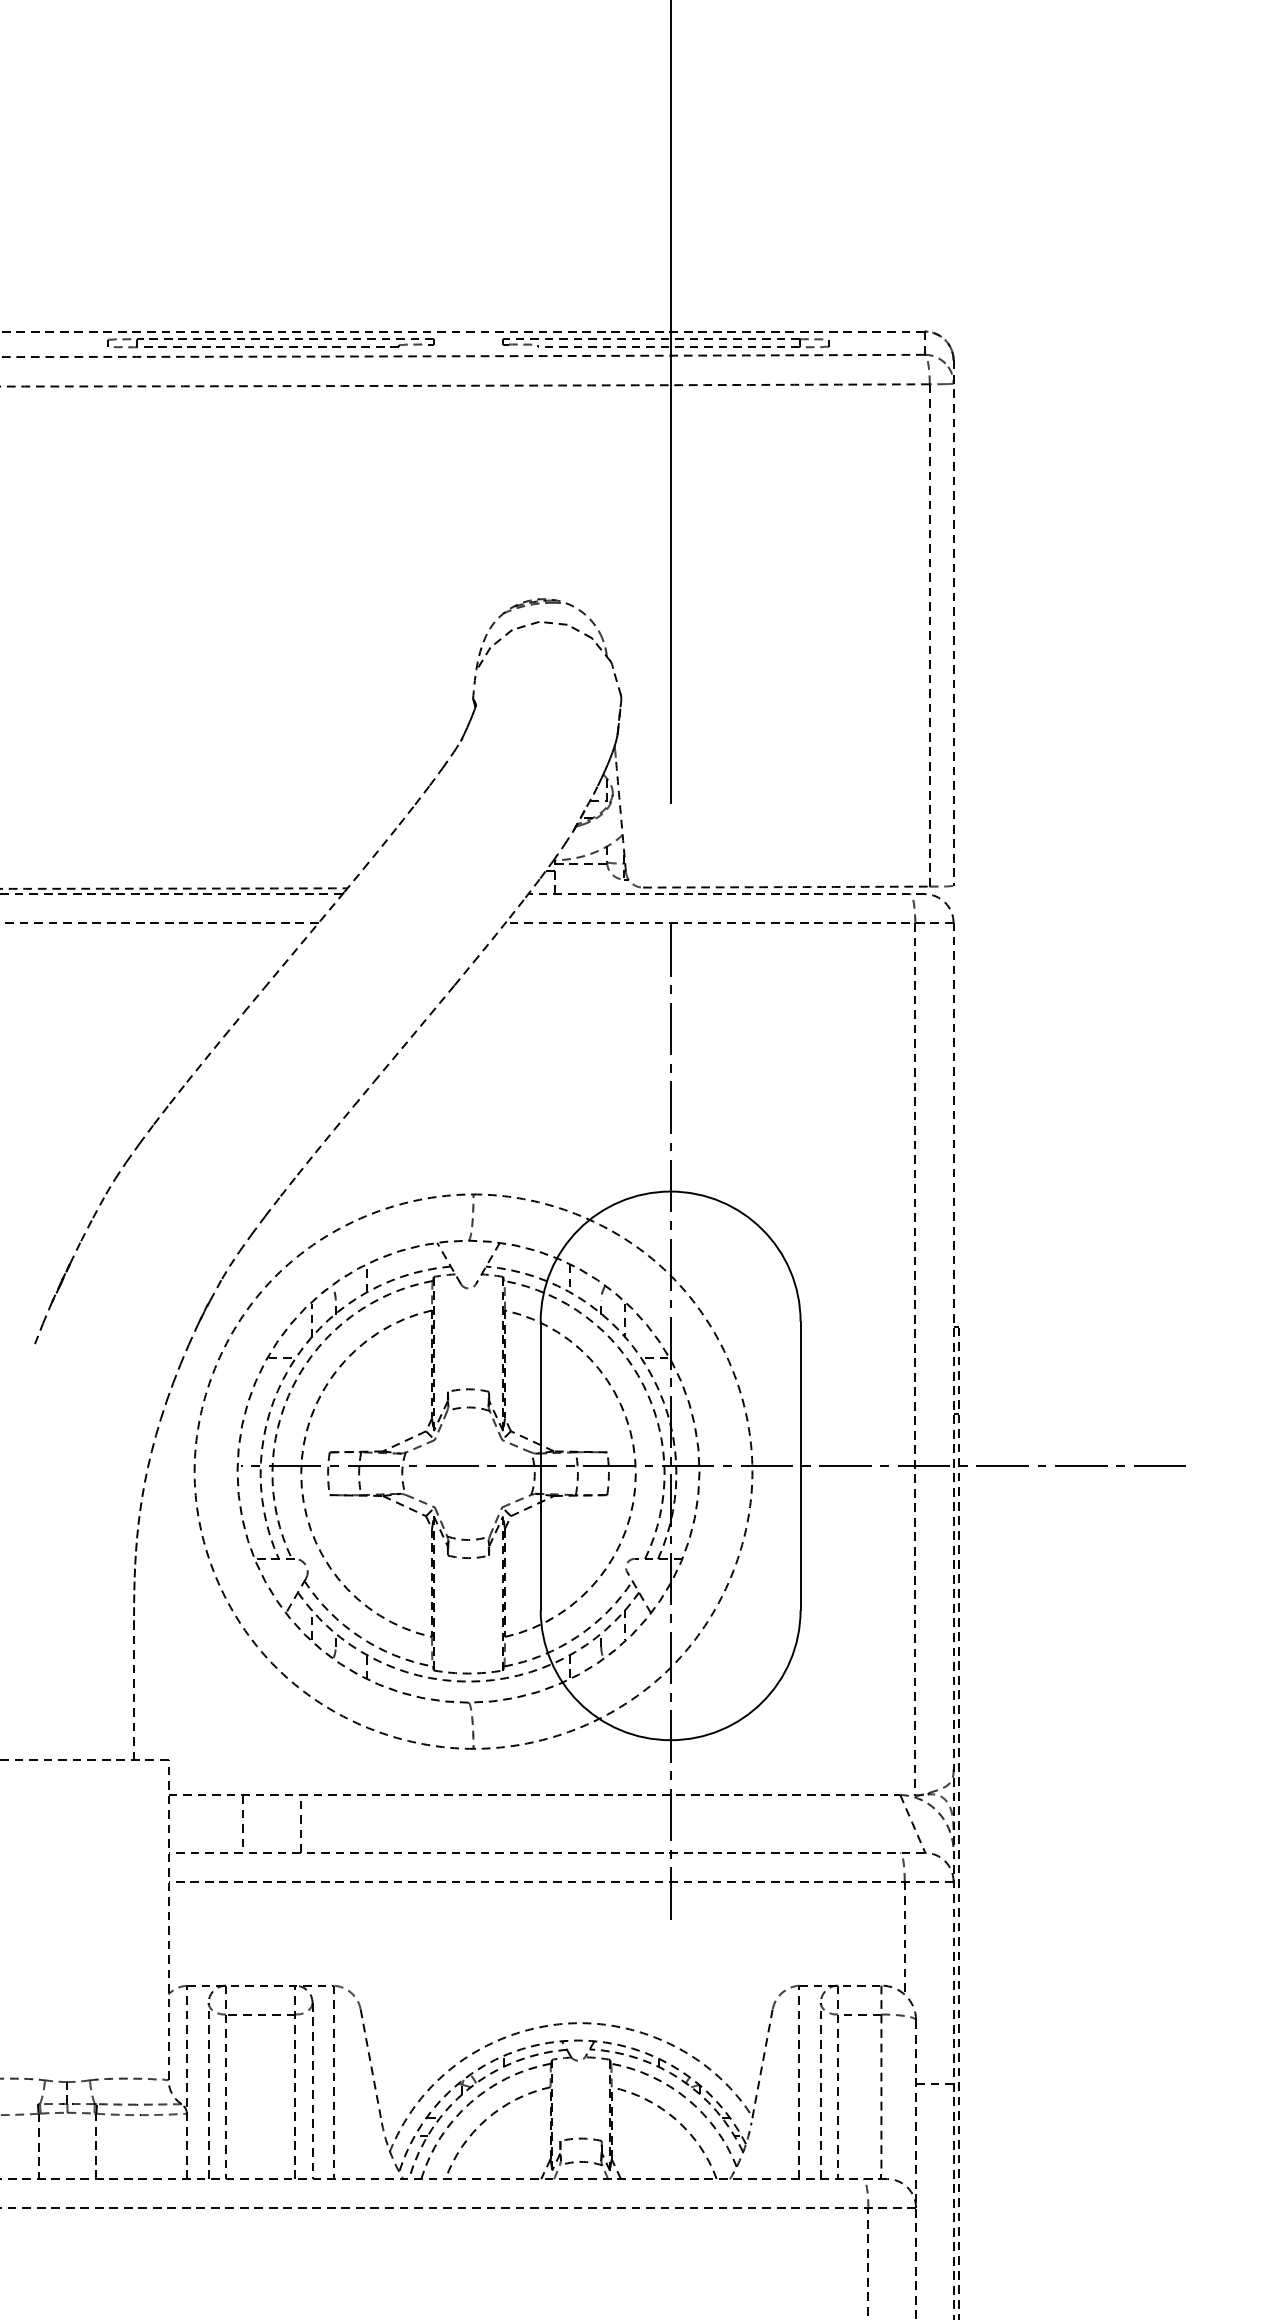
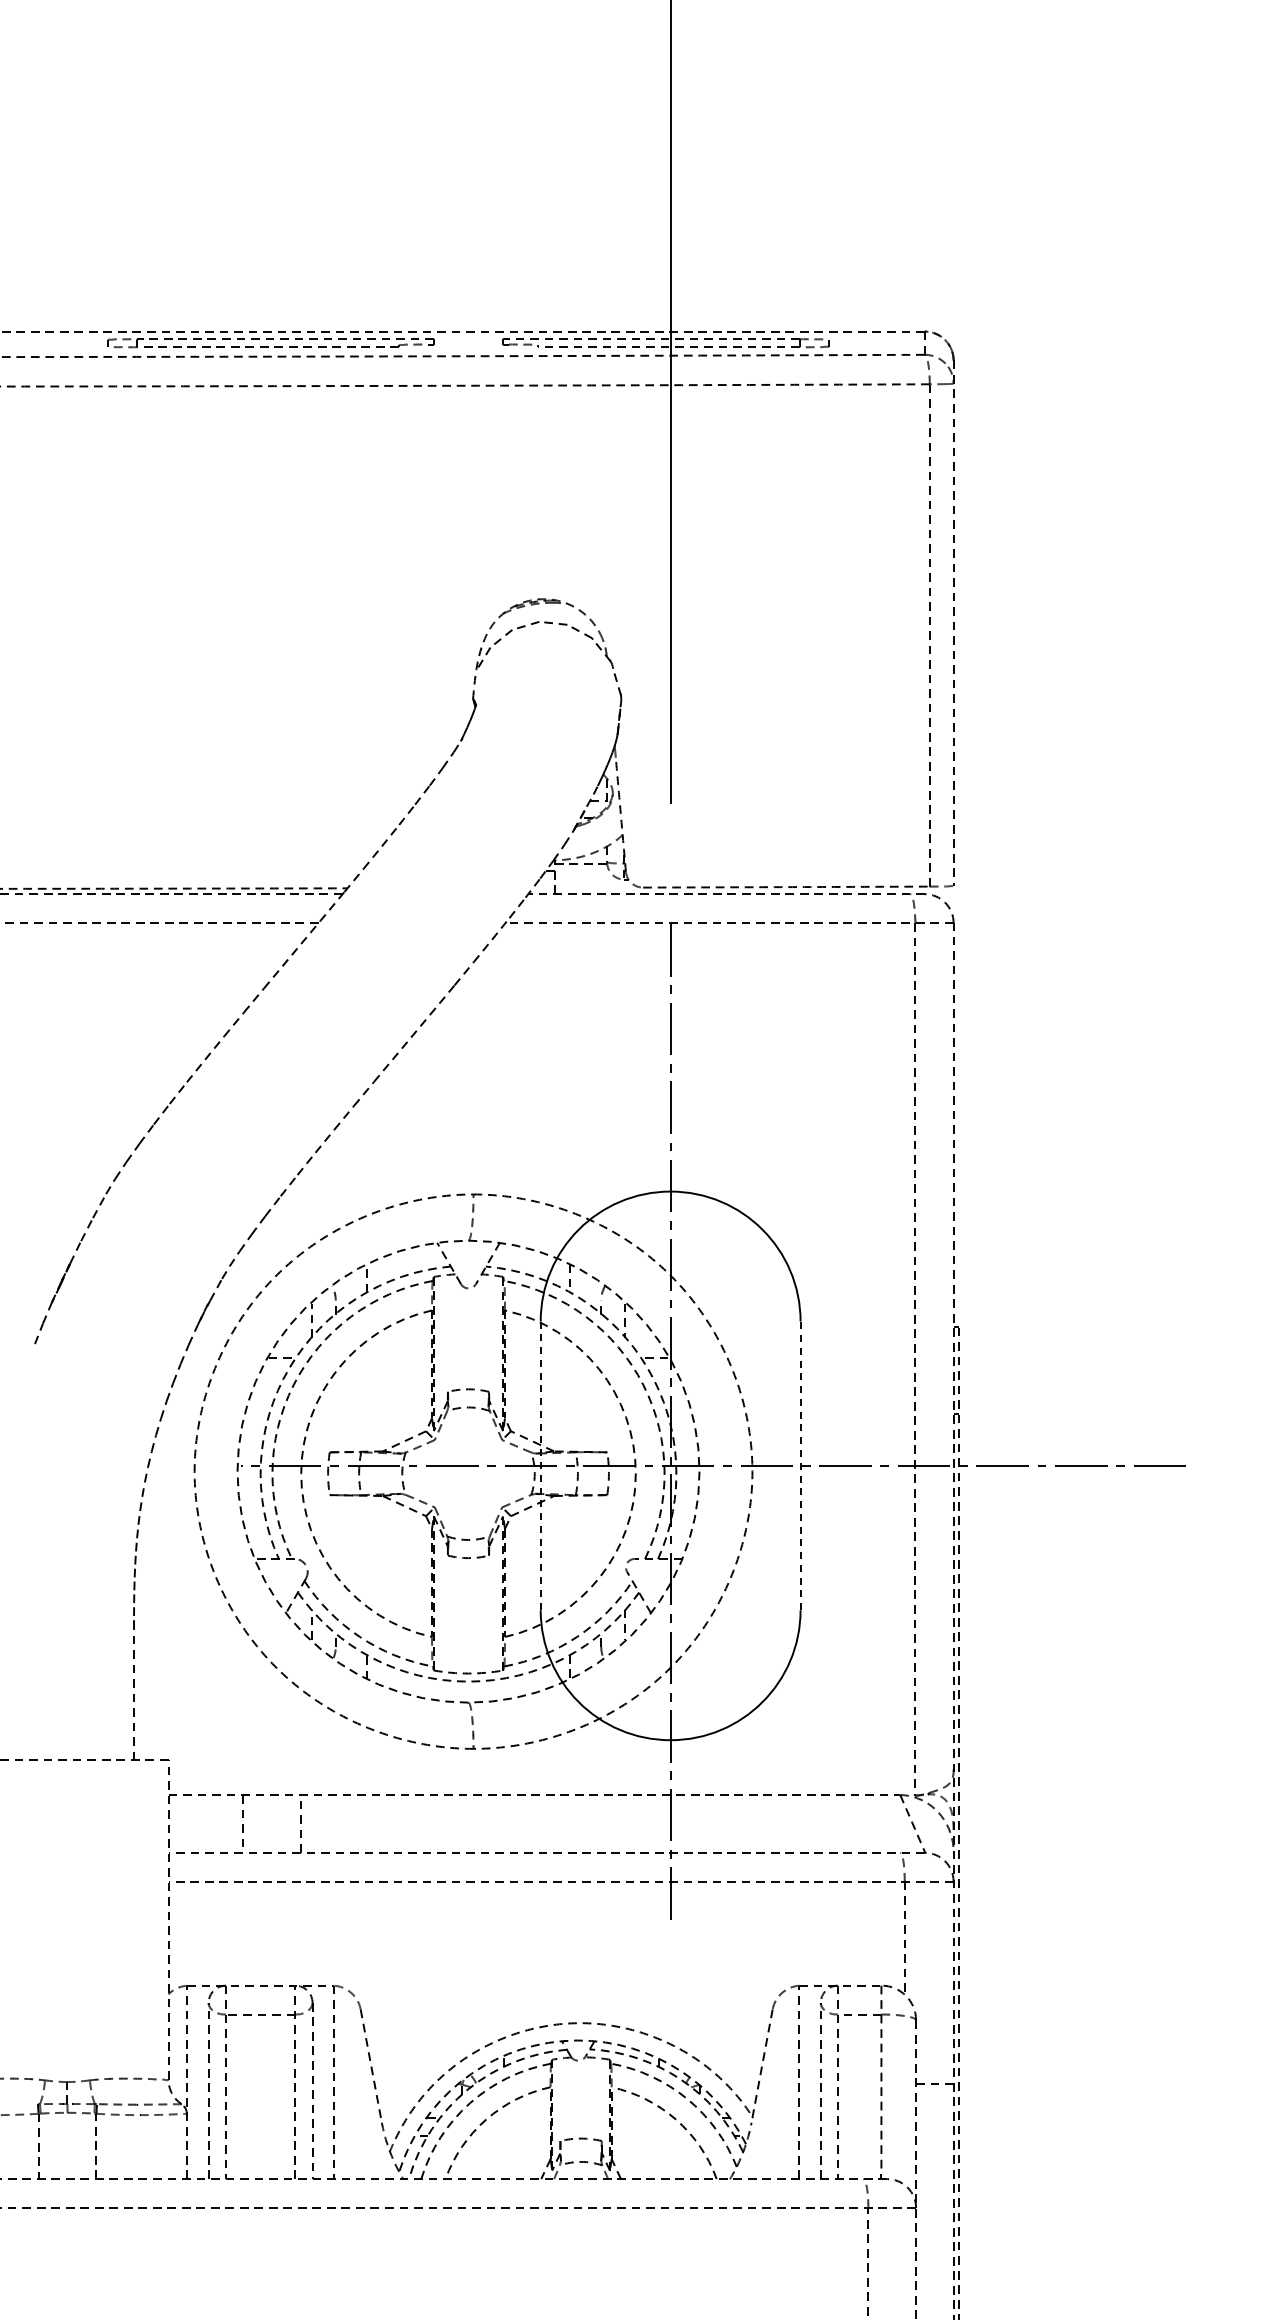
line at (800, 1465): solid -> dashed
line at (540, 1466): solid -> dashed
